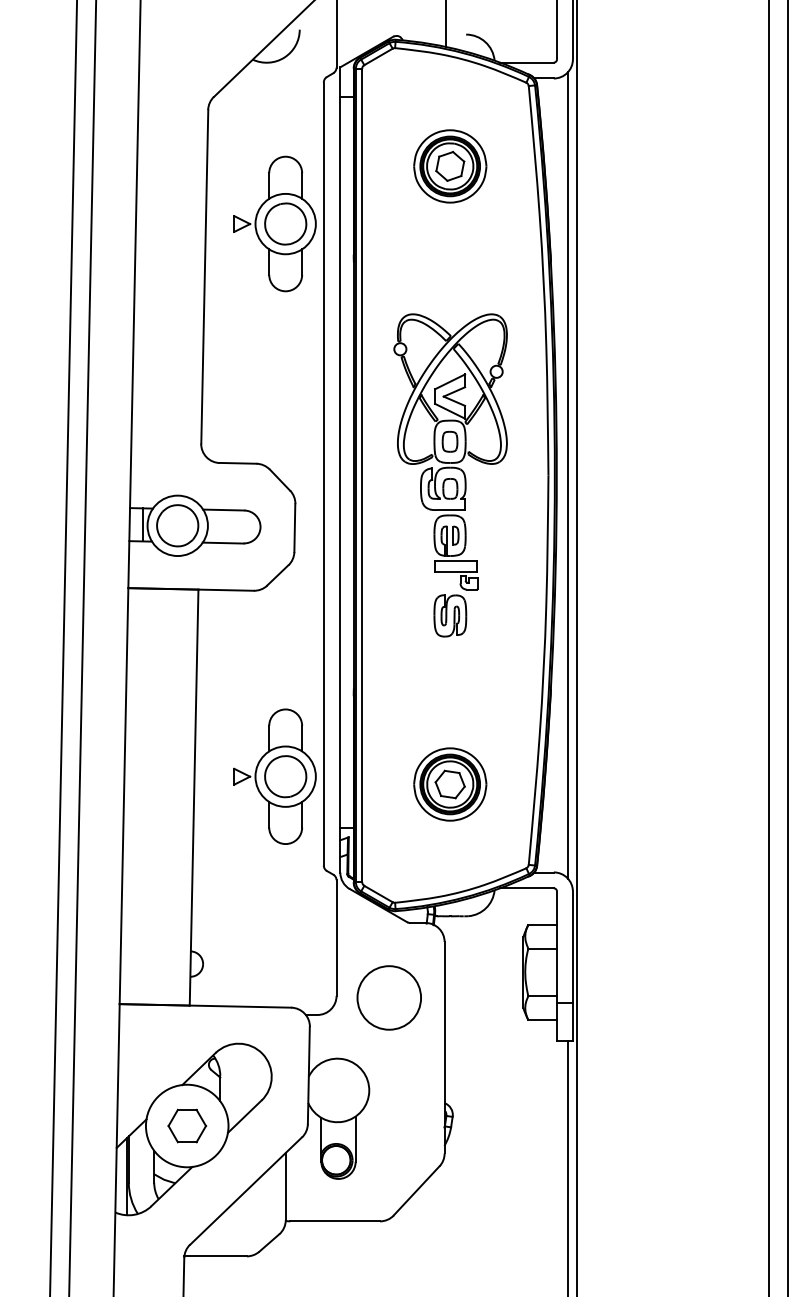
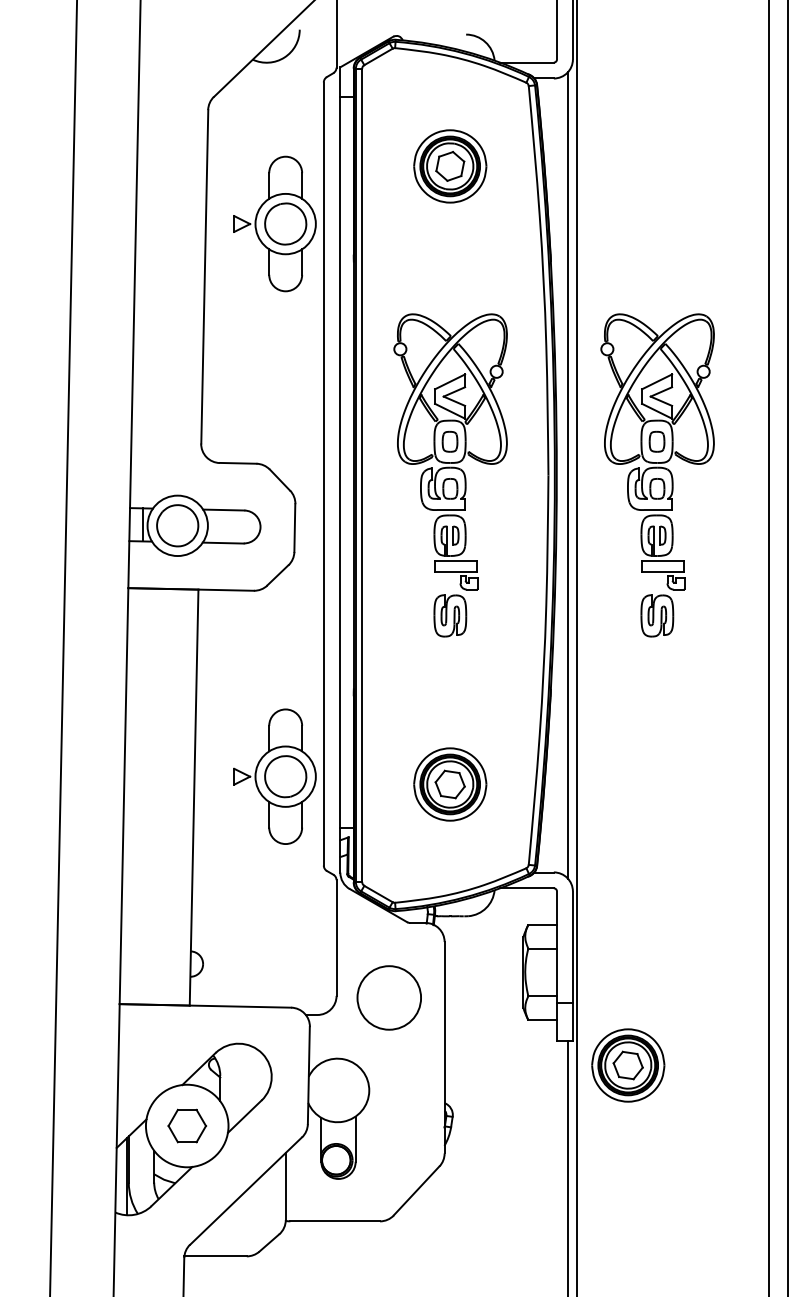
line at (445, 24): present -> none
part at (657, 475): none -> present
line at (82, 647): present -> none
part at (628, 1065): none -> present
